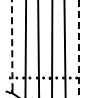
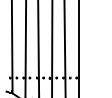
line at (12, 45): dashed -> solid
line at (78, 49): dashed -> solid
